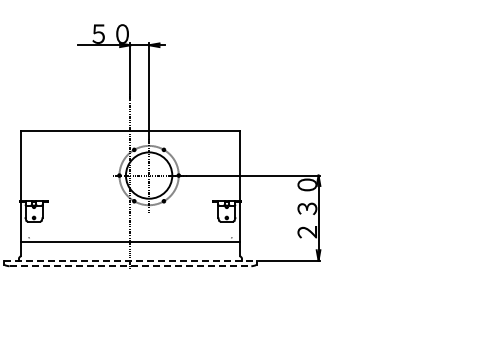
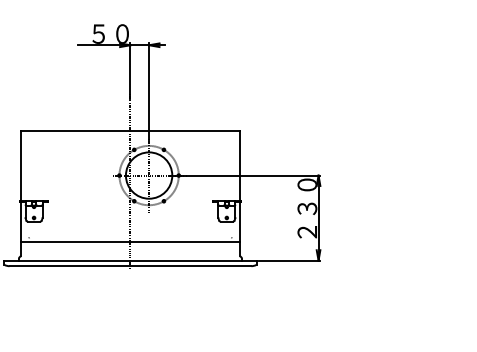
line at (130, 260): dashed -> solid
line at (130, 266): dashed -> solid
